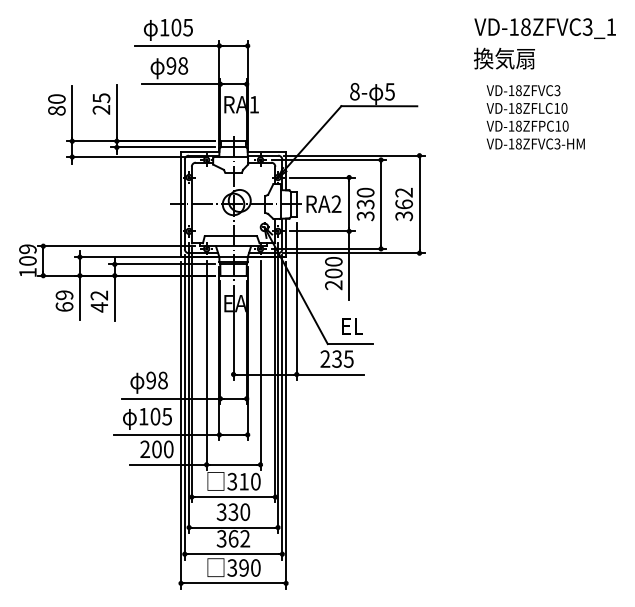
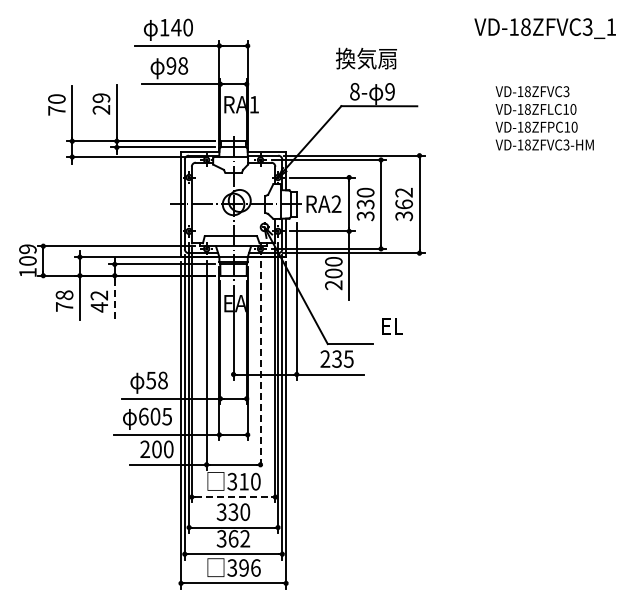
text at (181, 27): 105 -> 140
text at (503, 58) position: (503, 58) -> (365, 58)
text at (389, 91): 5 -> 9
text at (101, 98): 25 -> 29
text at (56, 110): 80 -> 70
text at (535, 117) position: (535, 117) -> (544, 118)
line at (114, 299): solid -> dashed
text at (64, 300): 69 -> 78
text at (352, 326) position: (352, 326) -> (392, 326)
line at (260, 365): solid -> dashed
text at (150, 380): 98 -> 58
text at (143, 416): 105 -> 605
line at (233, 497): solid -> dashed
text at (255, 567): 390 -> 396
